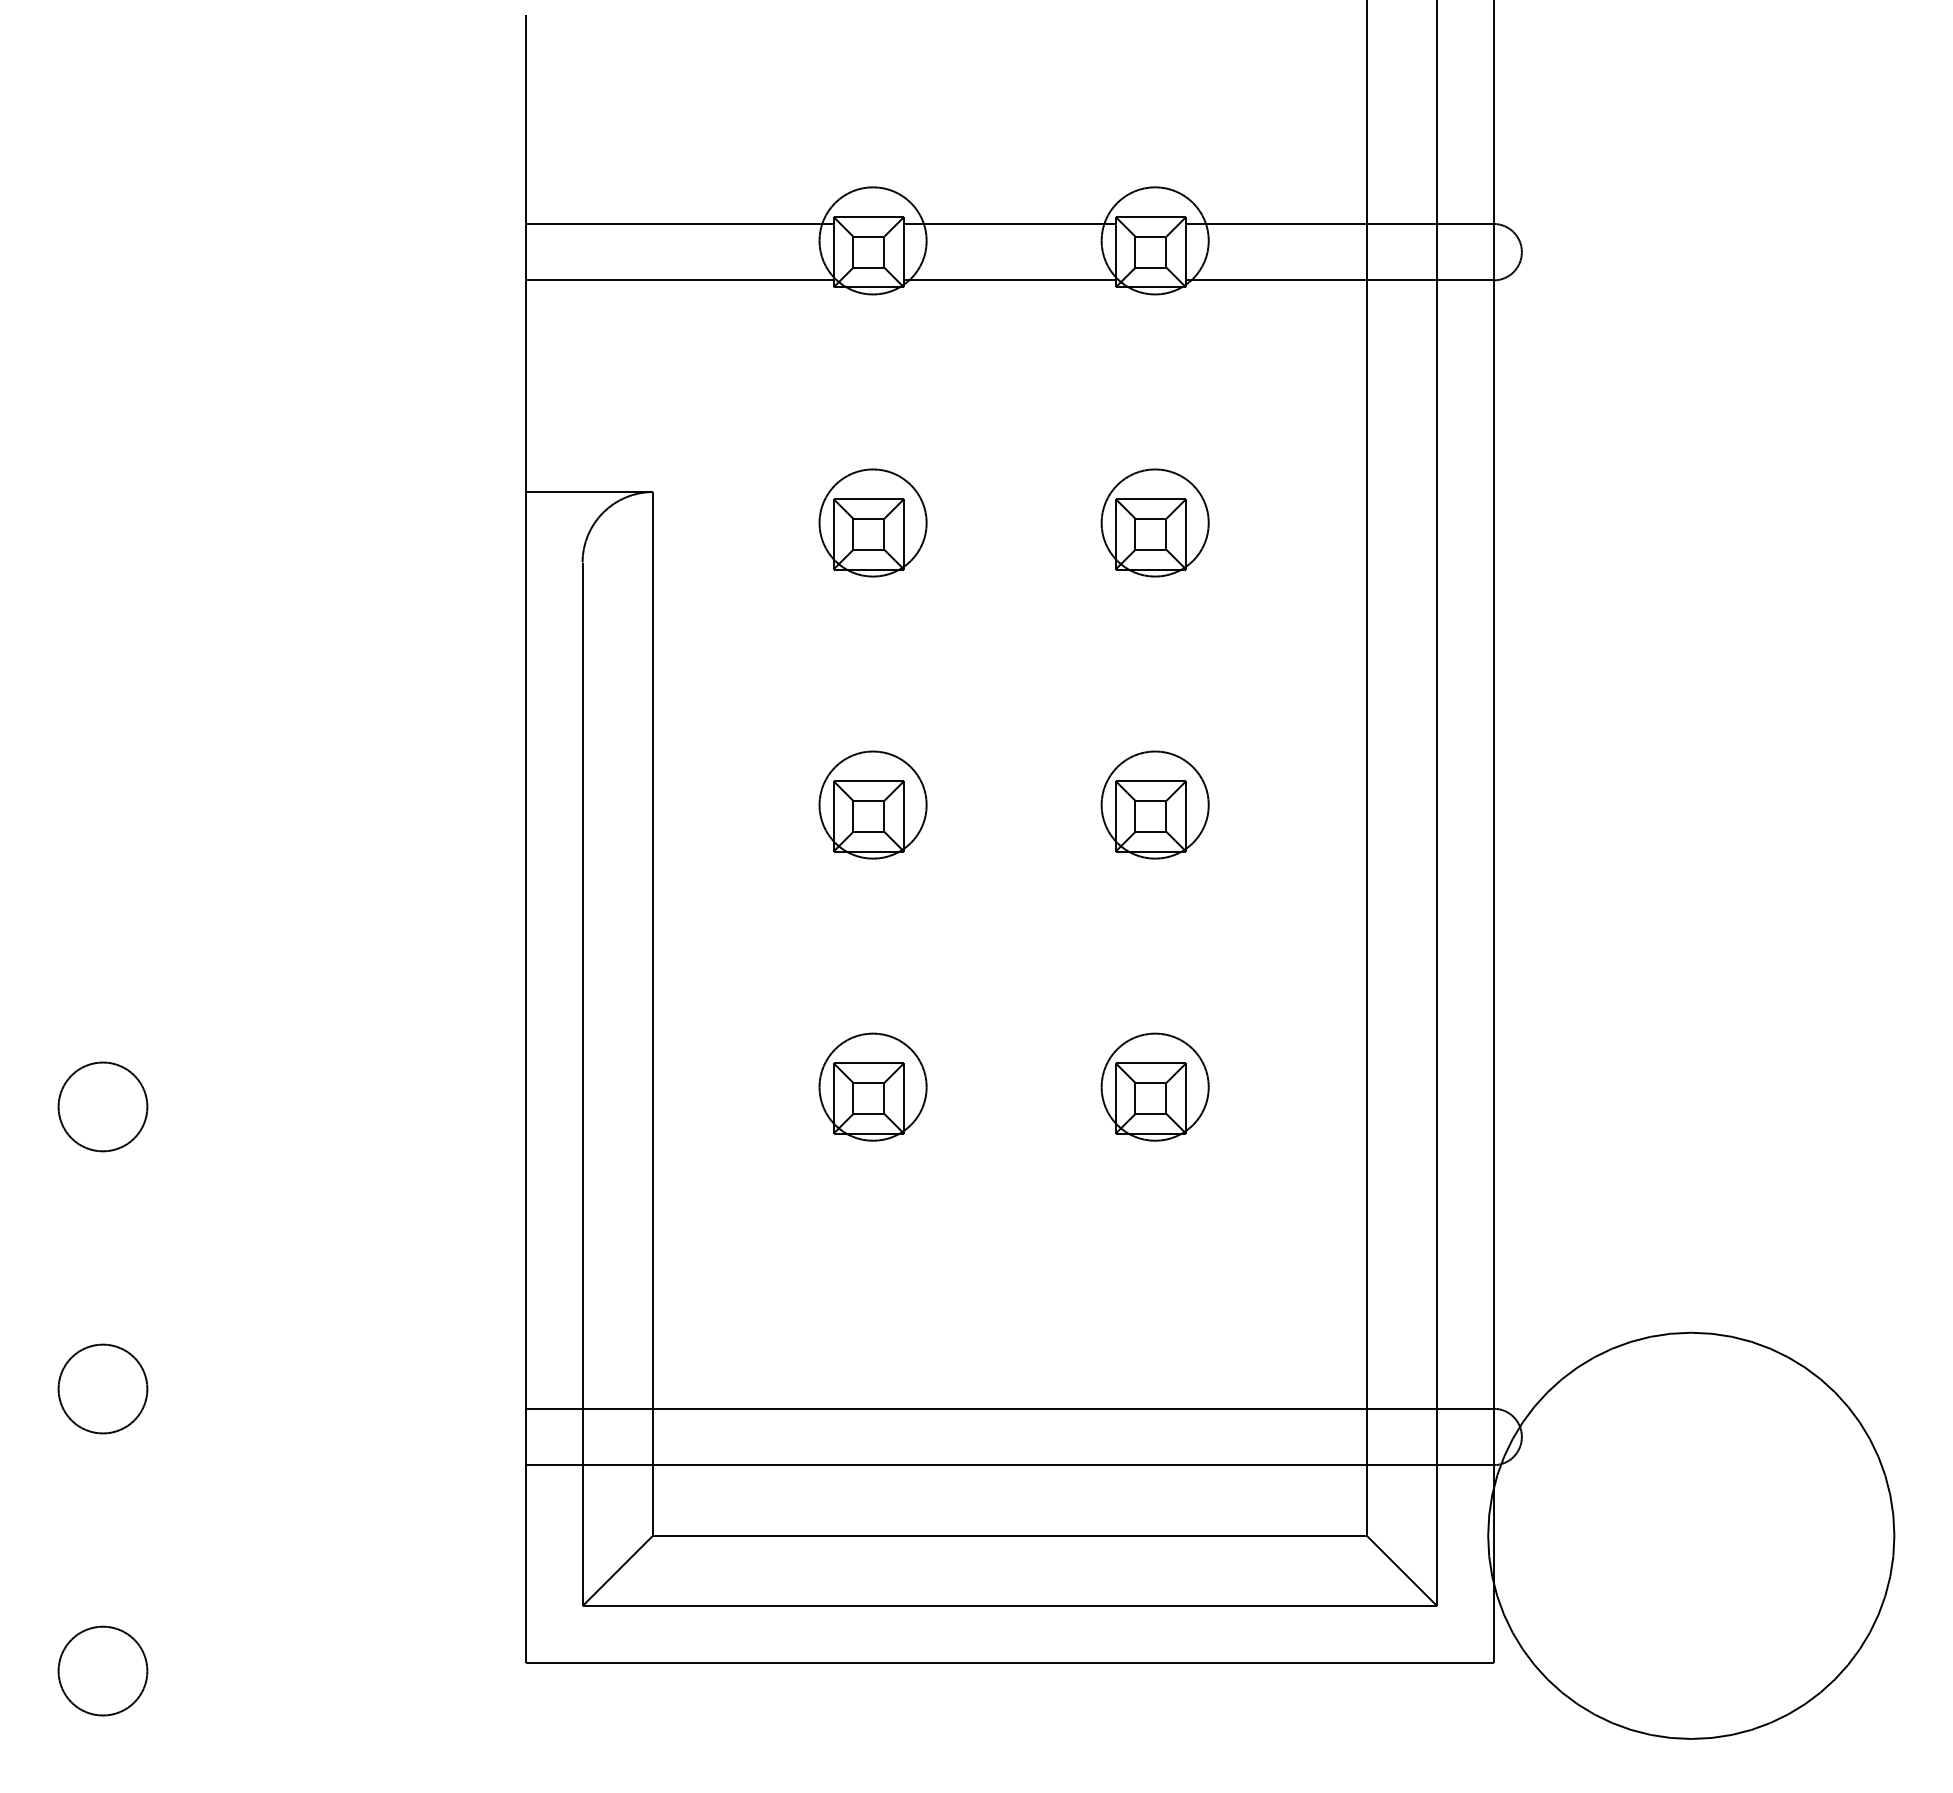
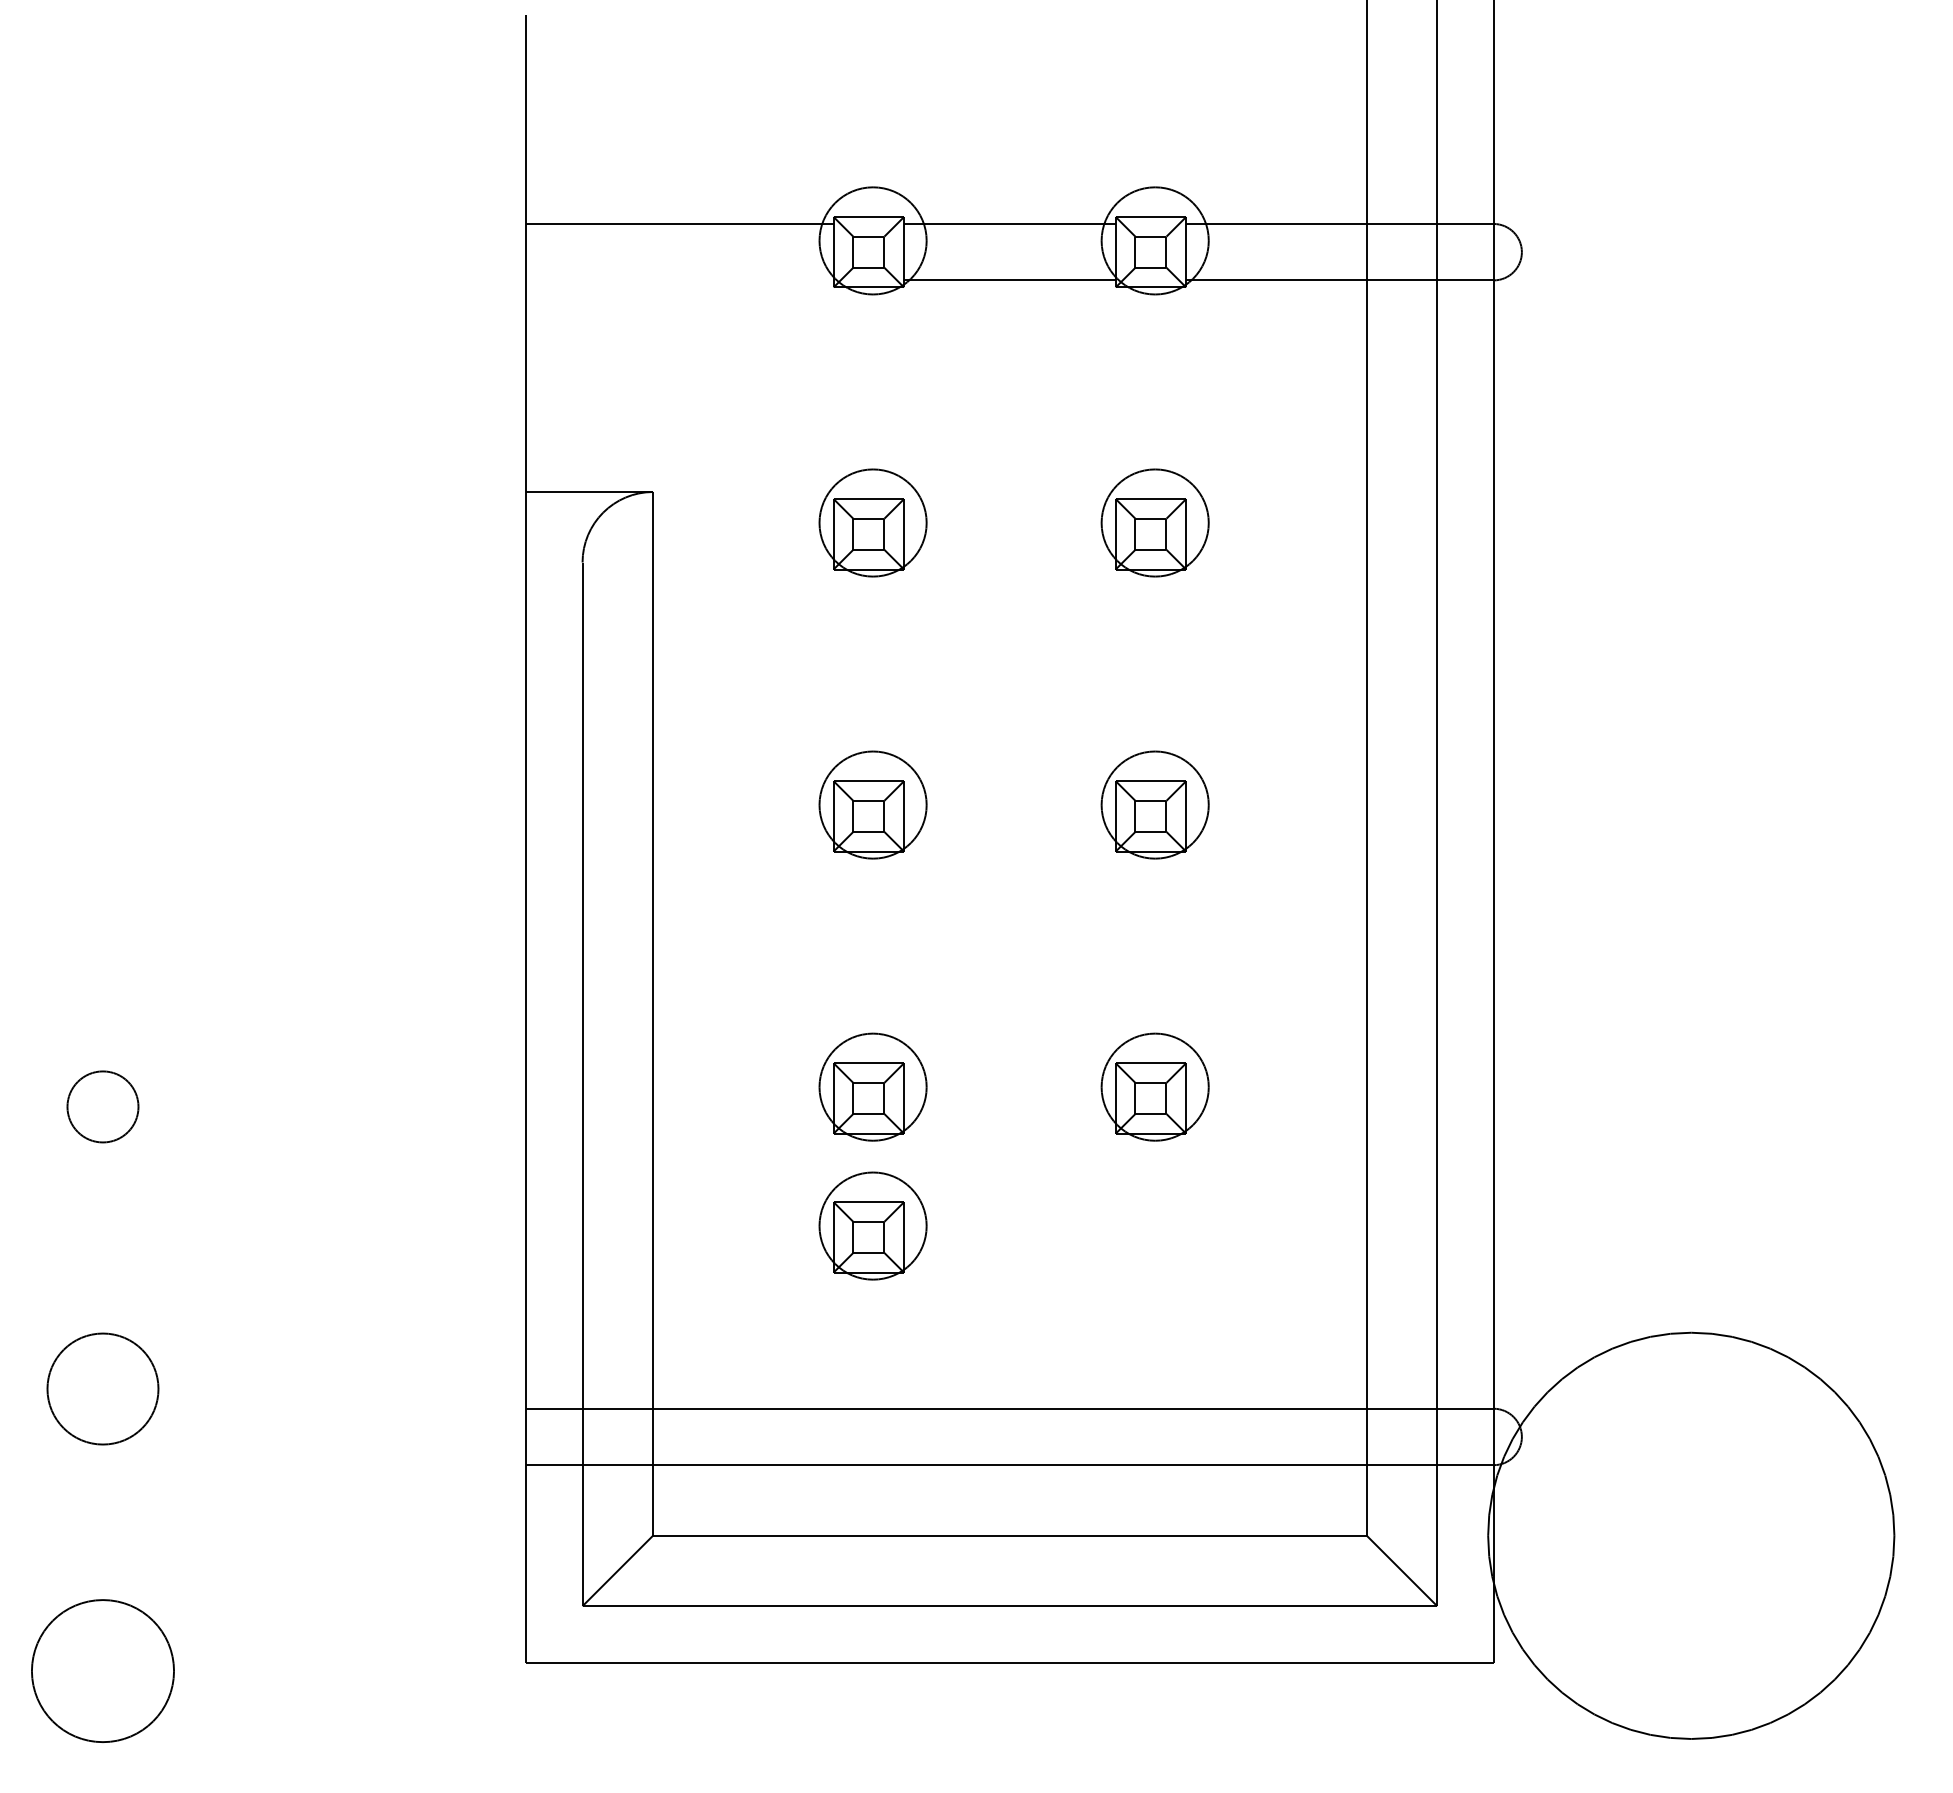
line at (679, 280): present -> none
circle at (102, 1106) diameter: 89 px -> 71 px
part at (872, 1225): none -> present
circle at (102, 1388) diameter: 89 px -> 111 px
circle at (102, 1670) diameter: 89 px -> 142 px
